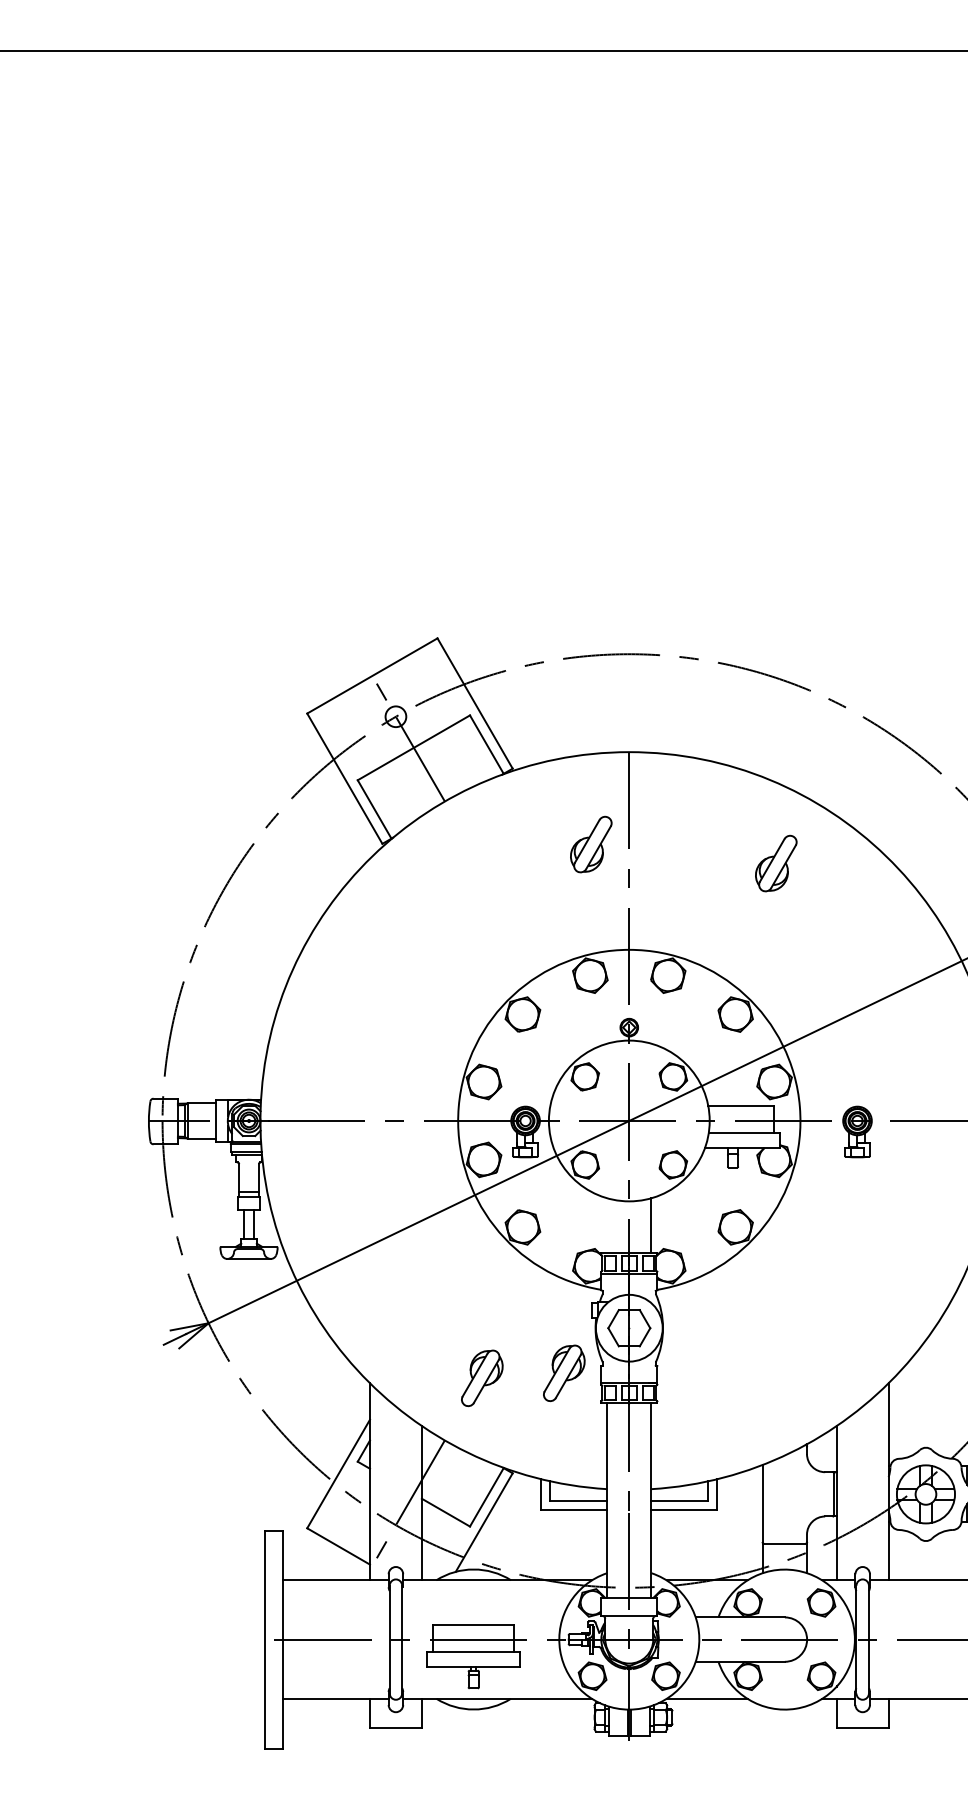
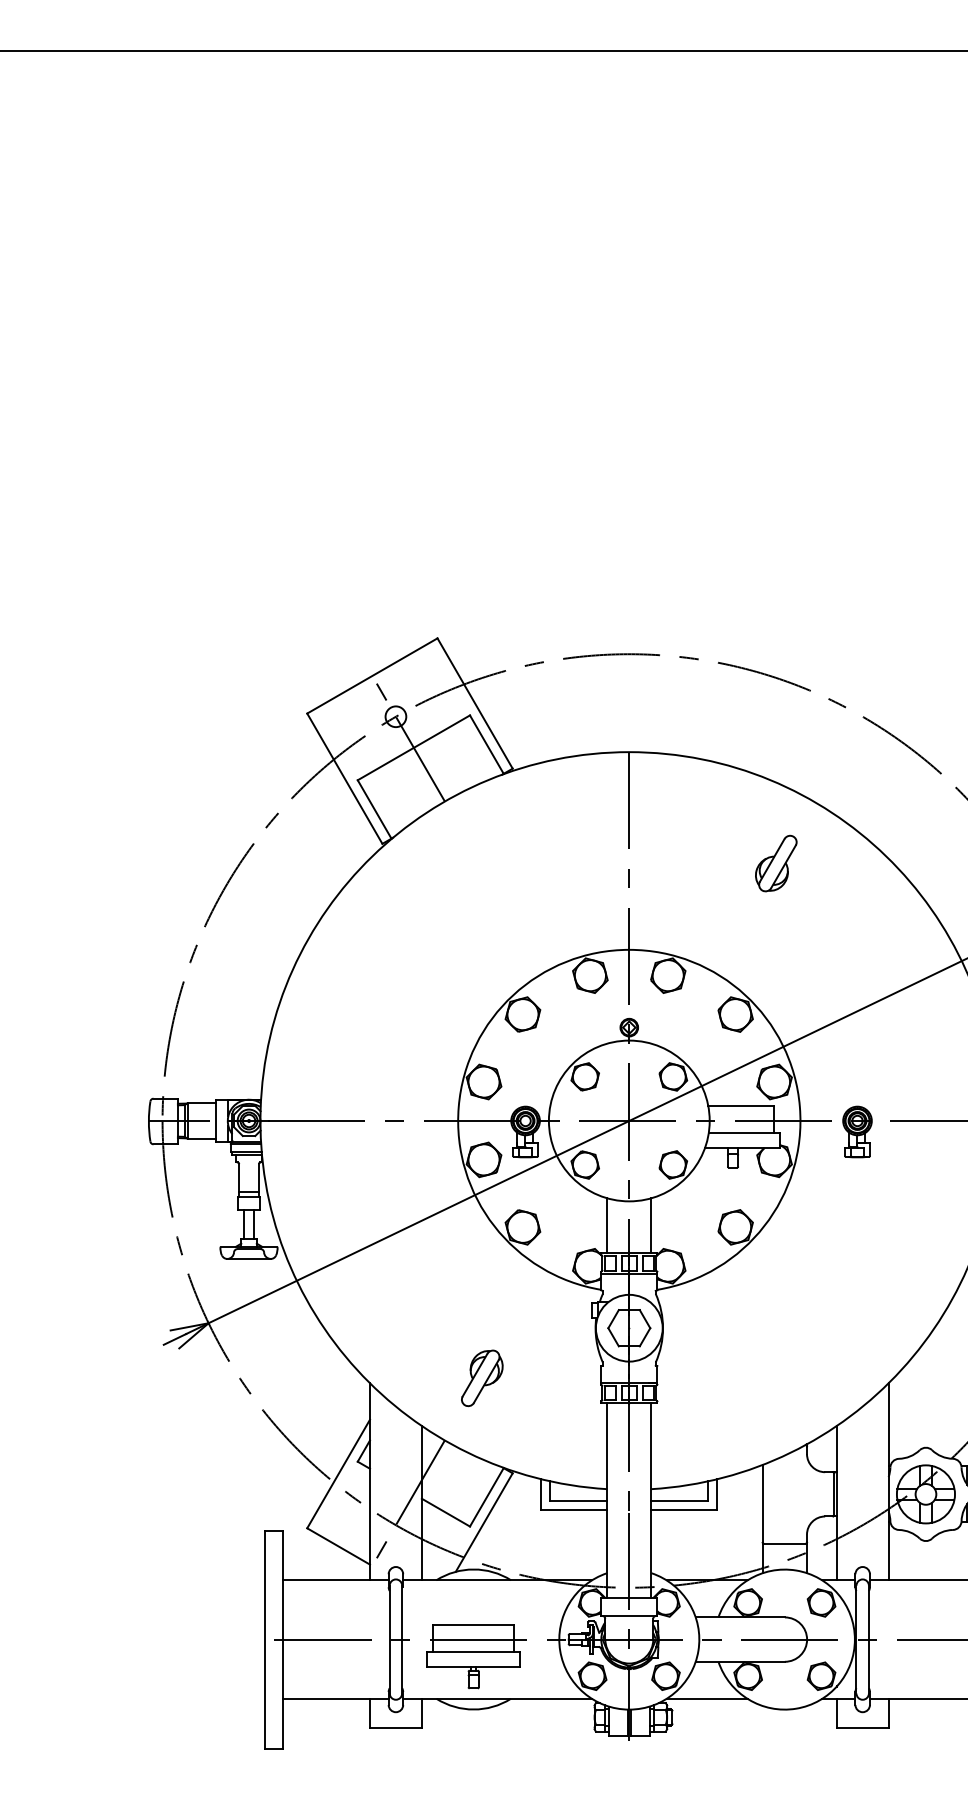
part at (591, 844): present -> none
line at (607, 1225): none -> present
part at (564, 1373): present -> none
